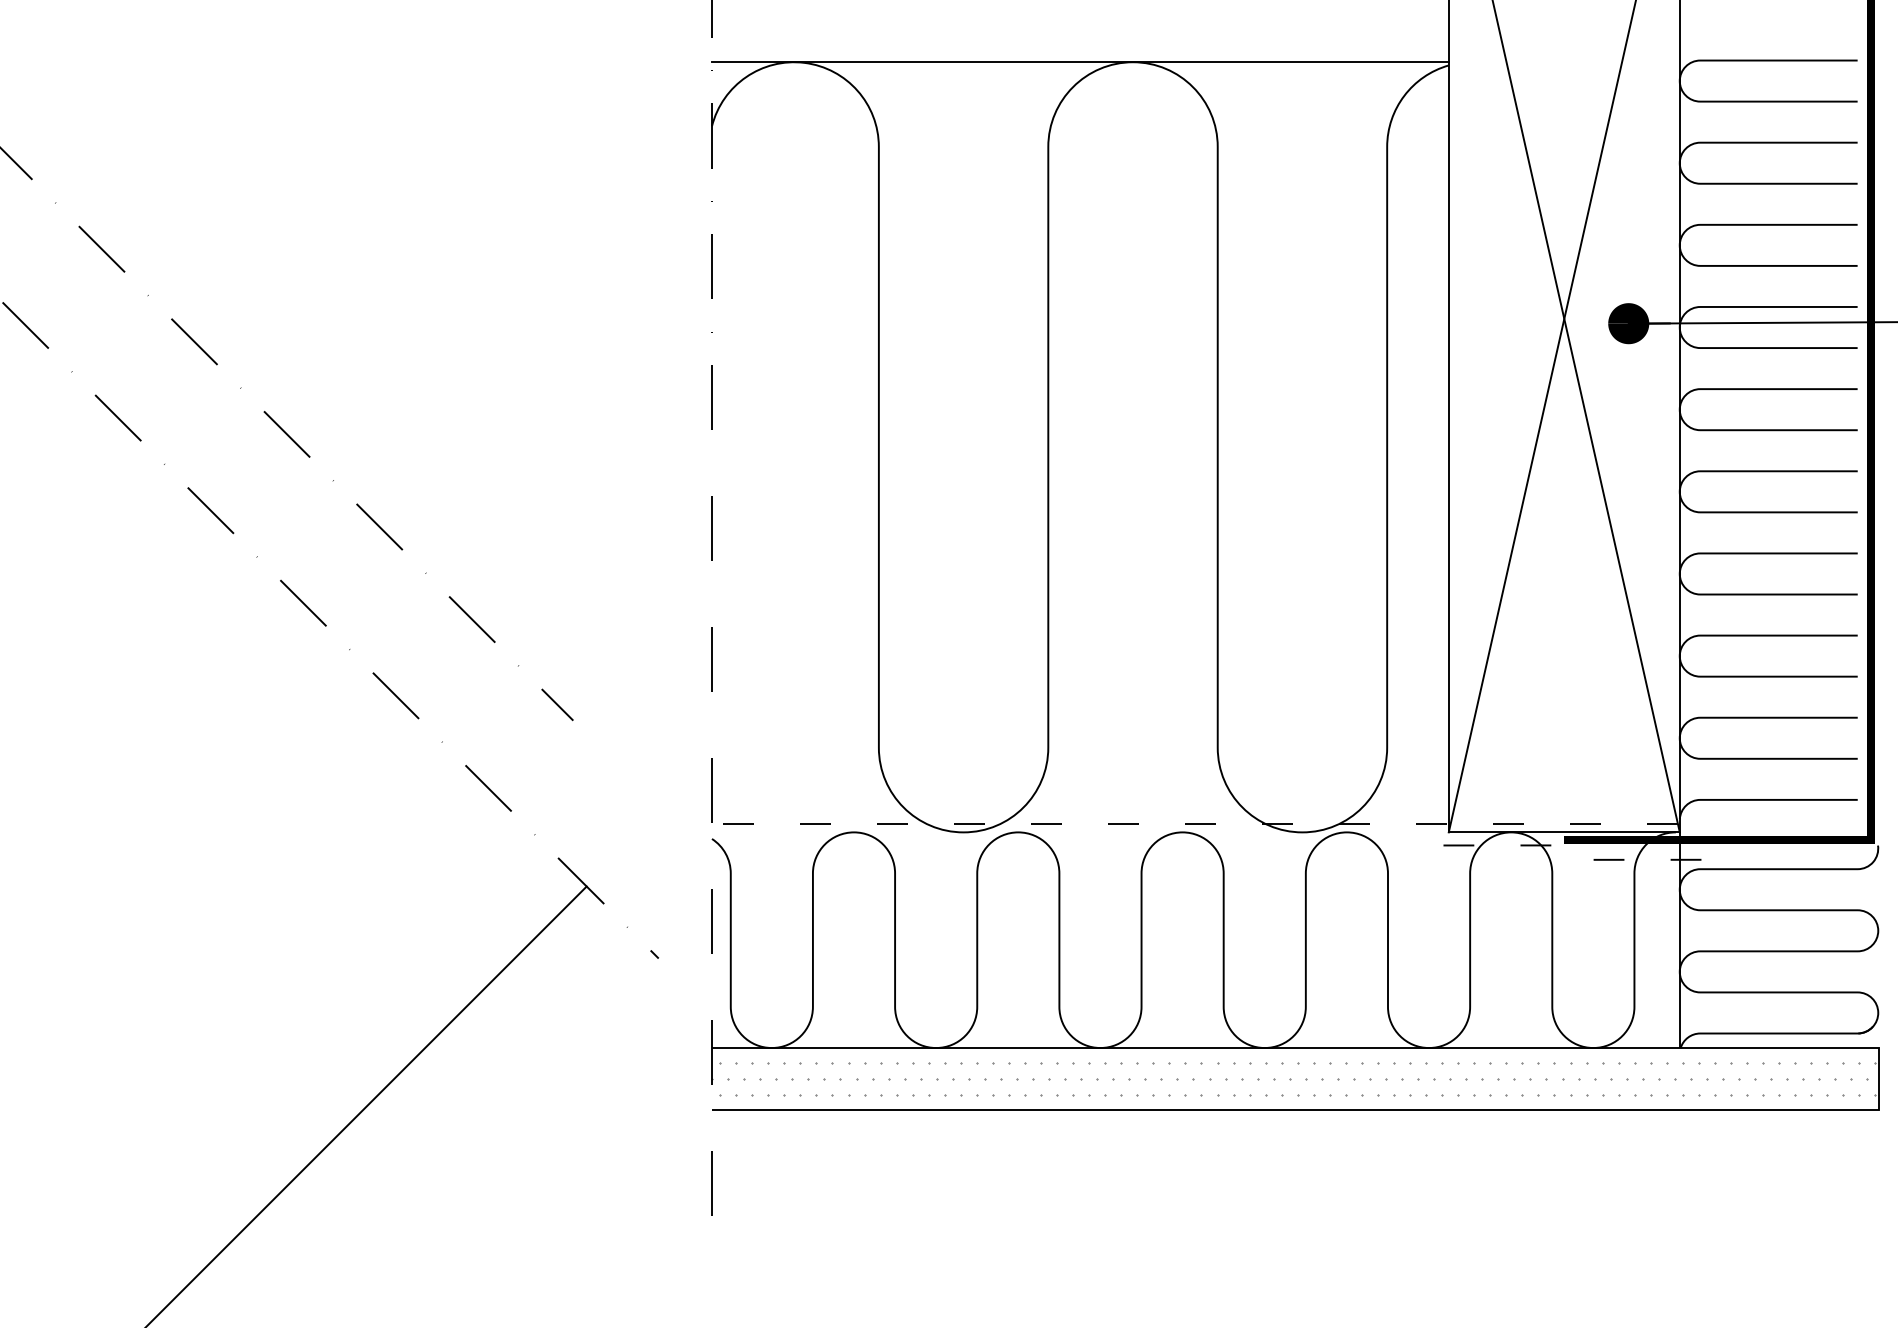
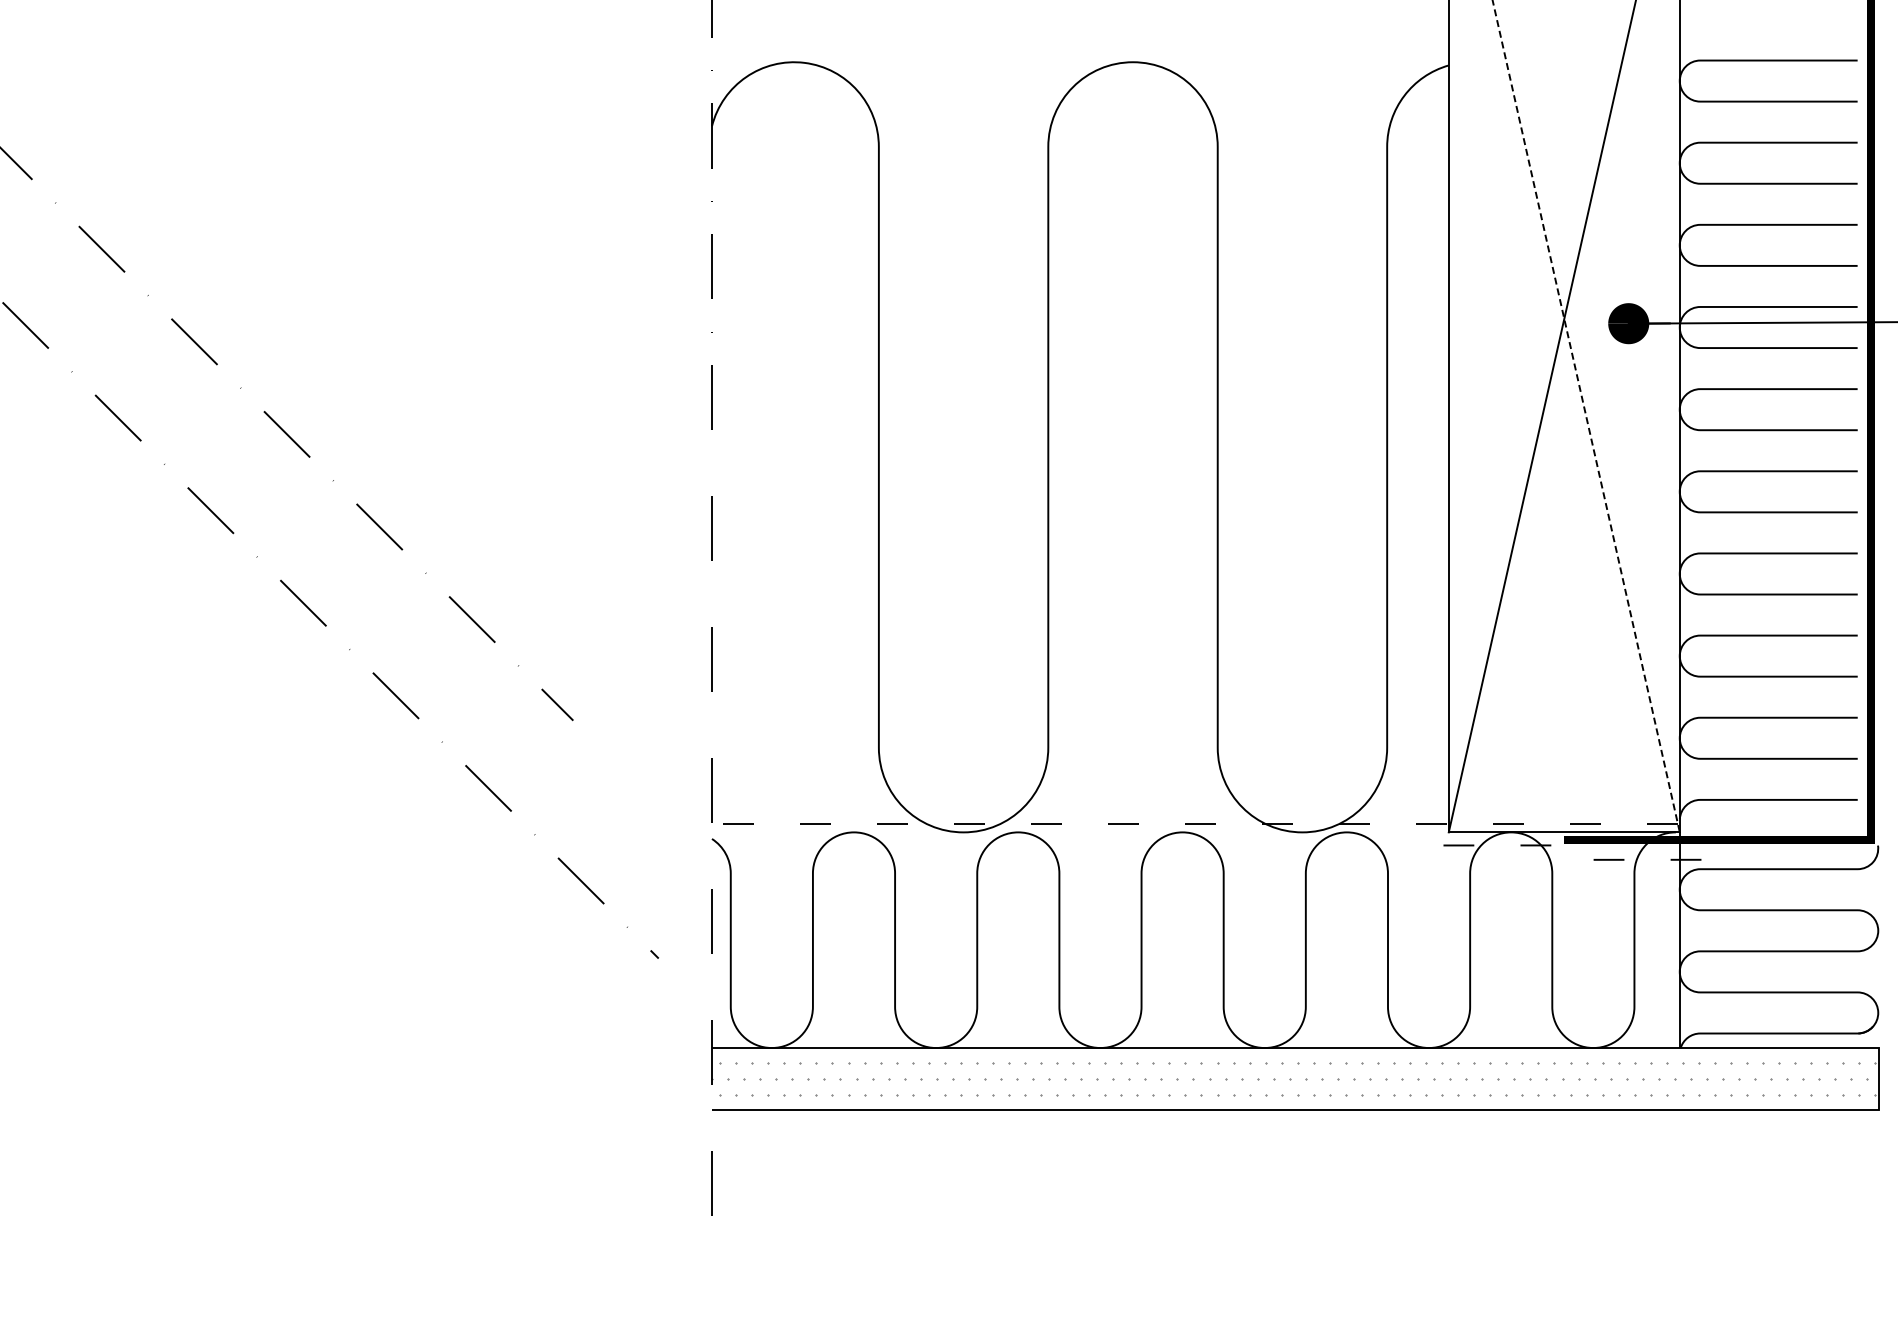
line at (1080, 62): present -> none
line at (1586, 416): solid -> dashed
line at (367, 1105): present -> none
